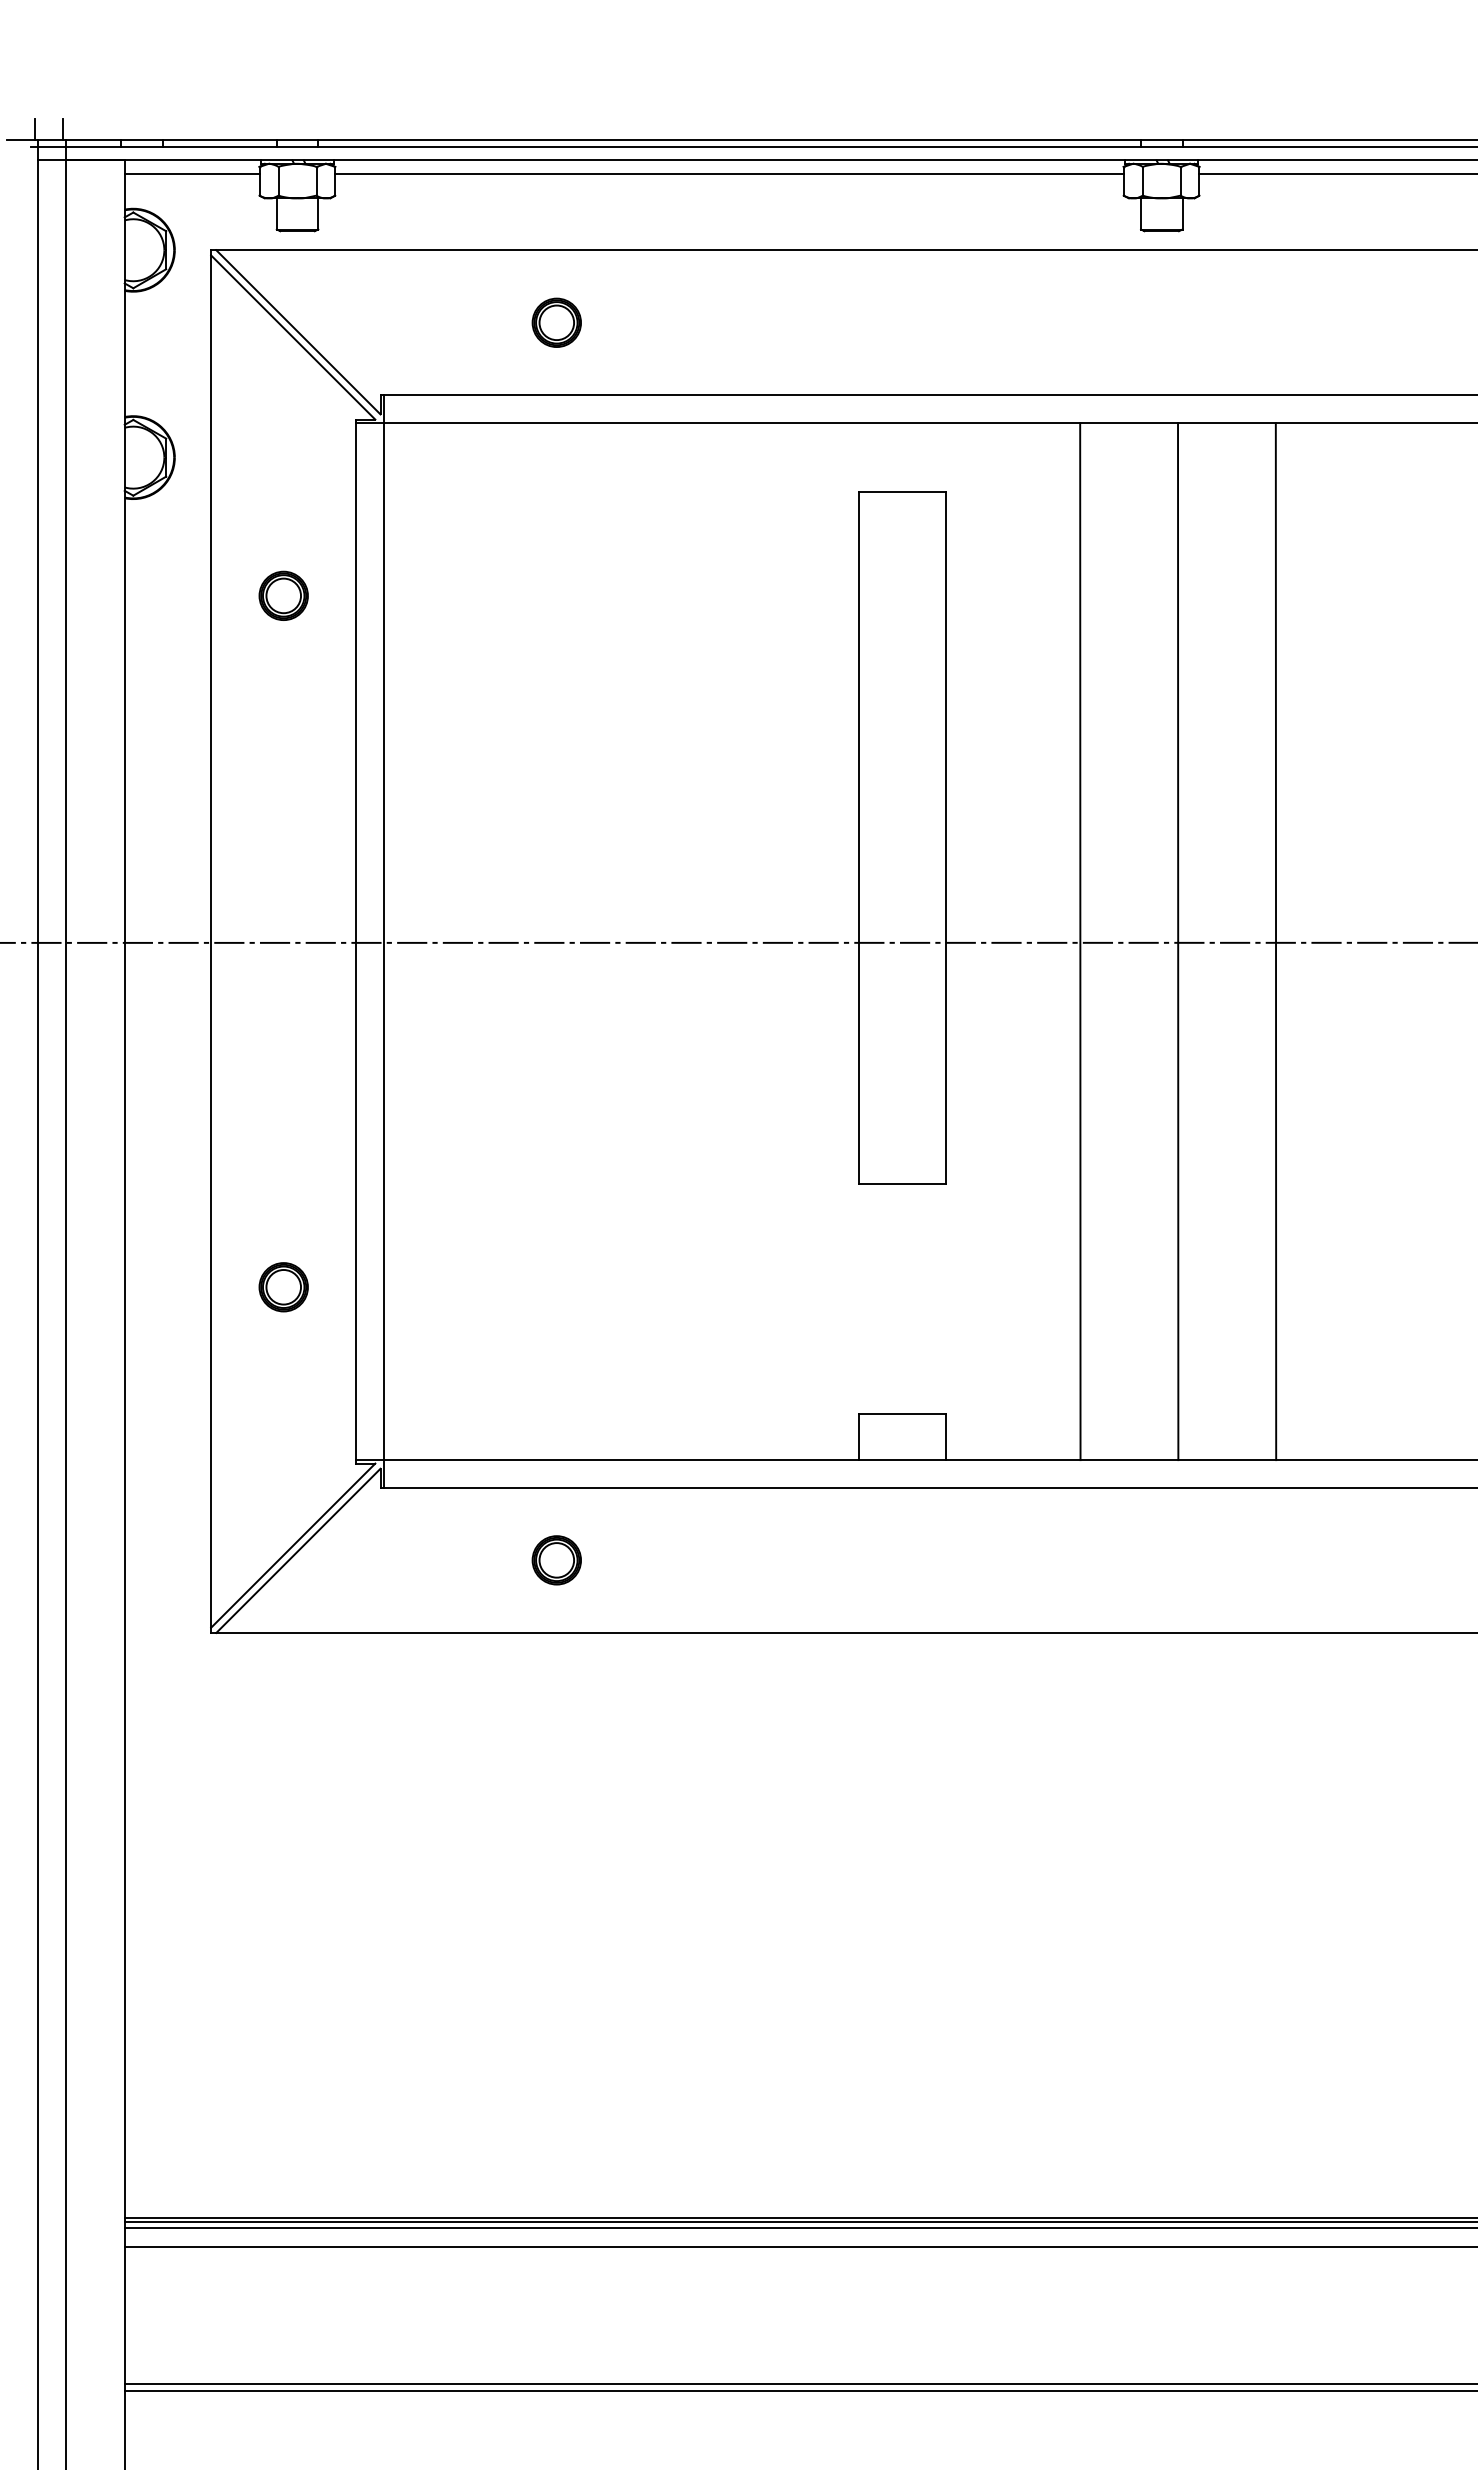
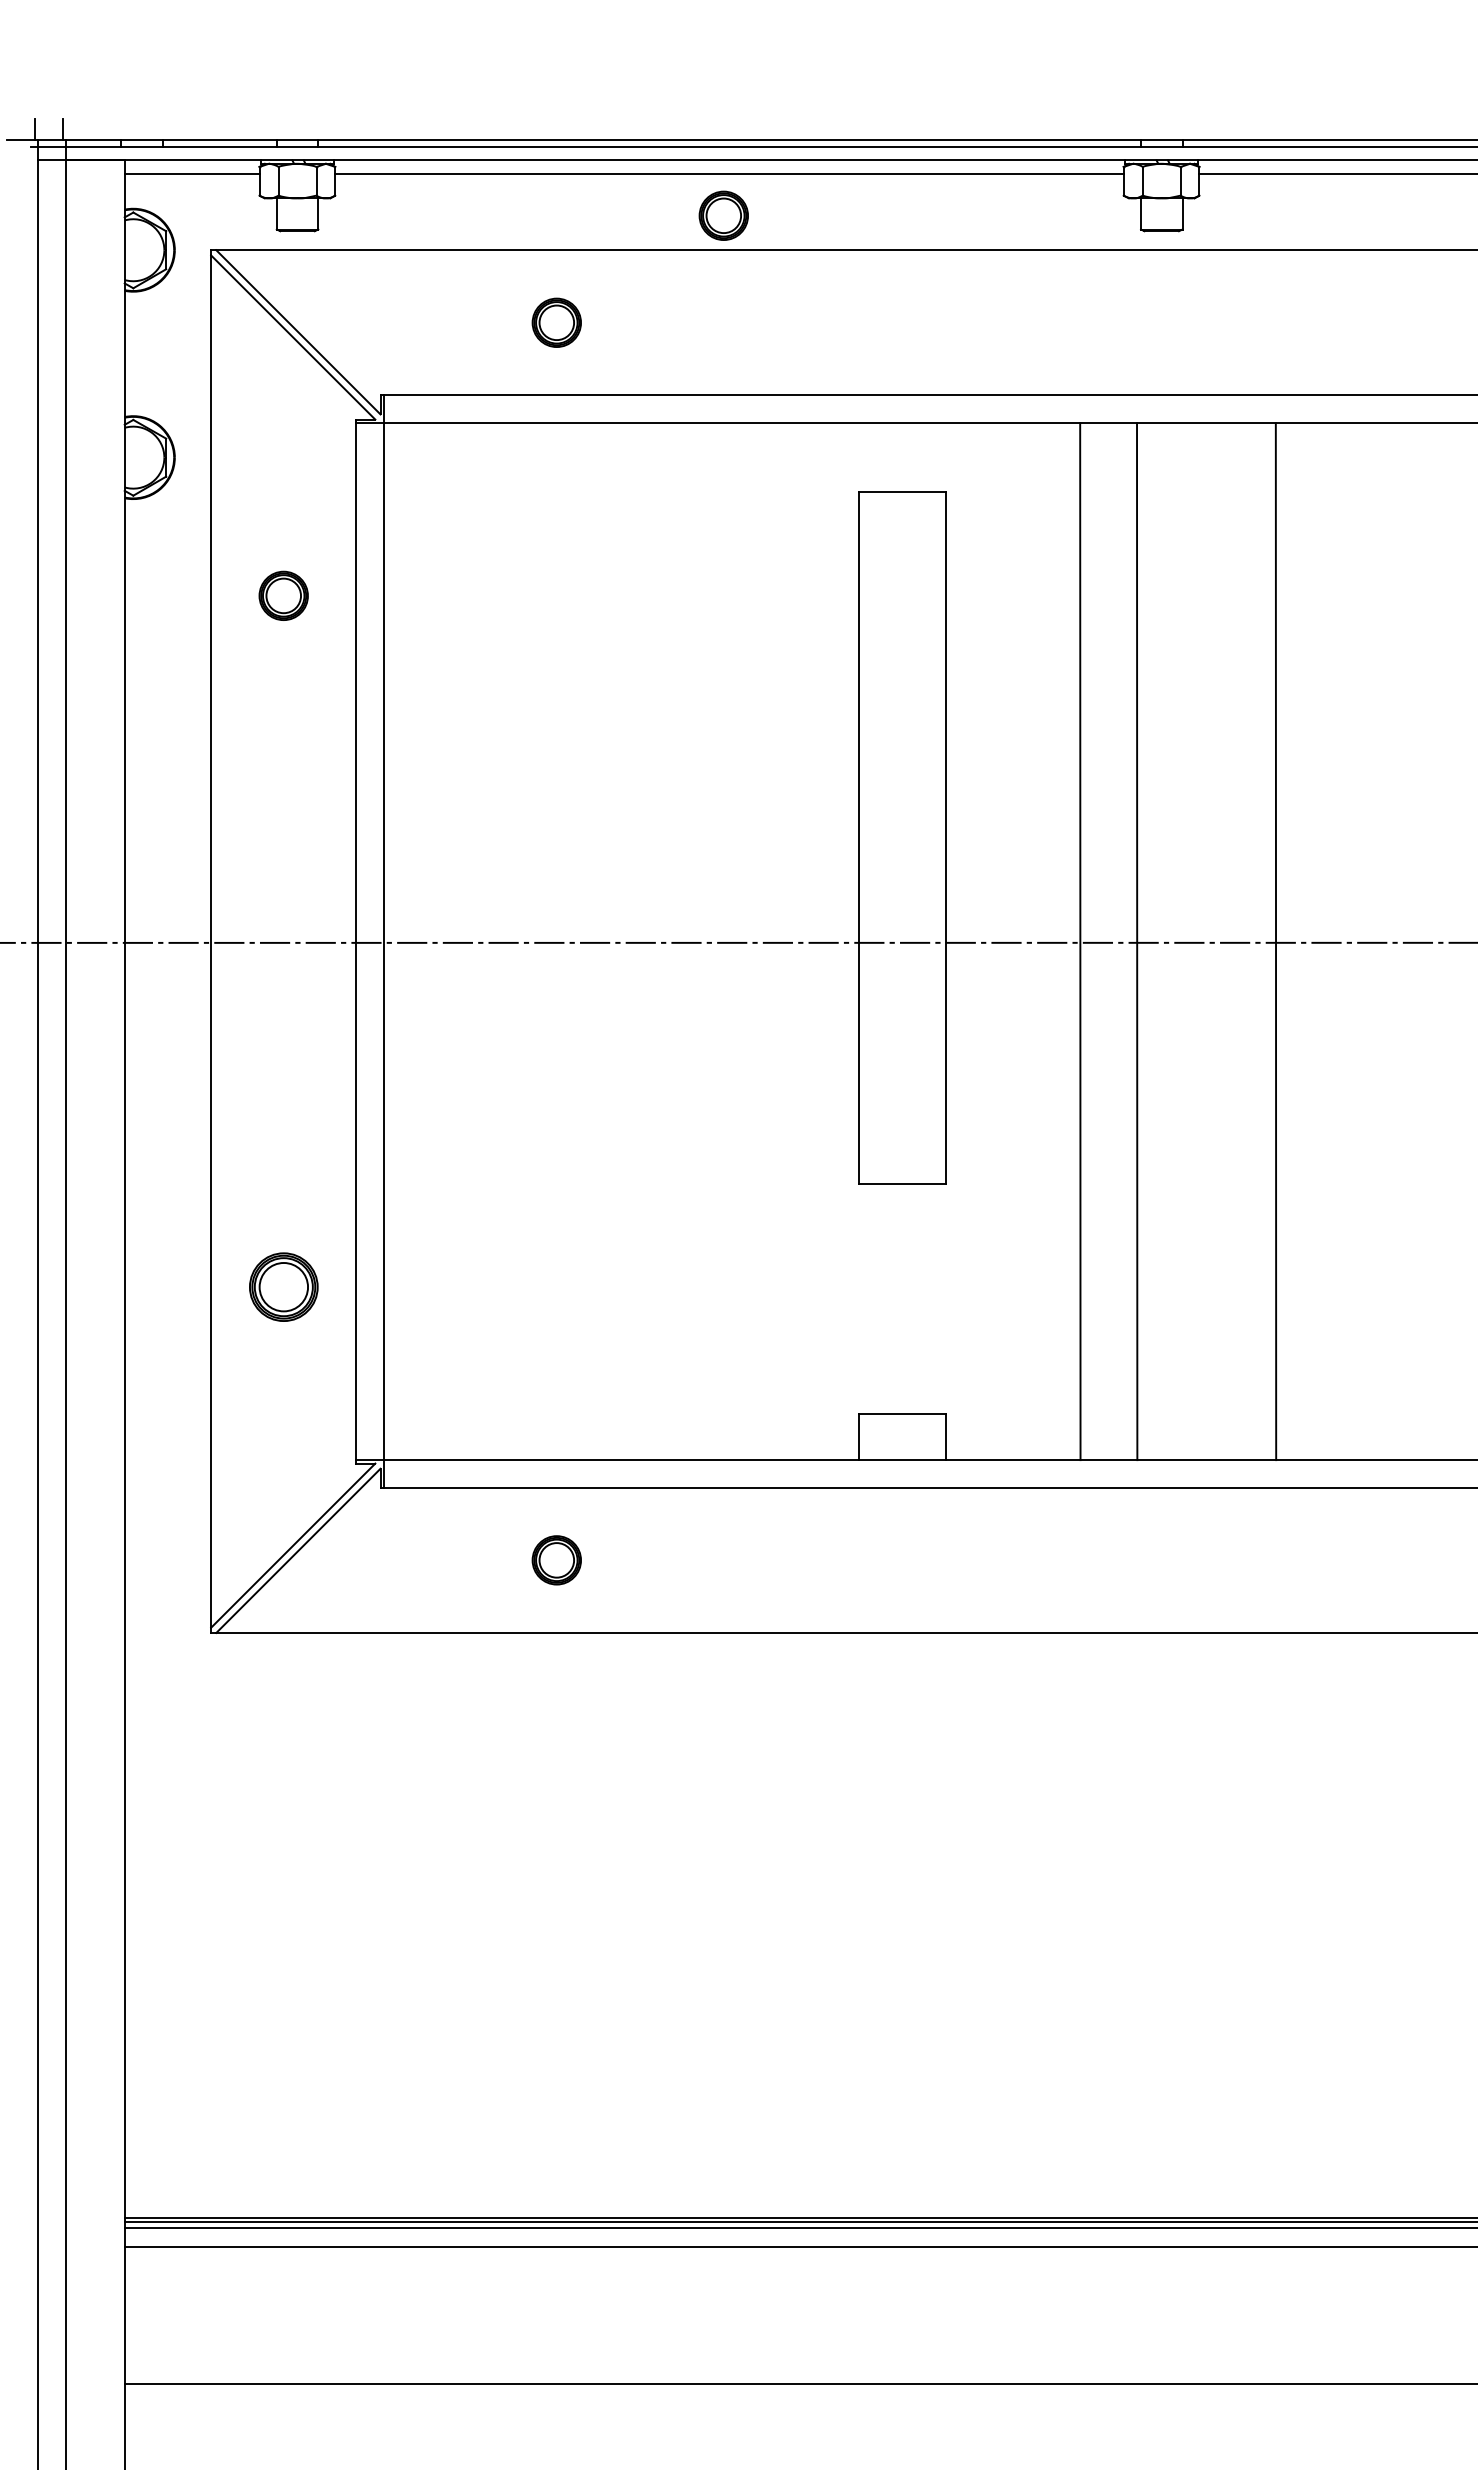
part at (723, 215): none -> present
line at (1178, 941) position: (1178, 941) -> (1137, 941)
part at (283, 1287) size: 51x51 px -> 70x70 px
line at (799, 2390): present -> none
